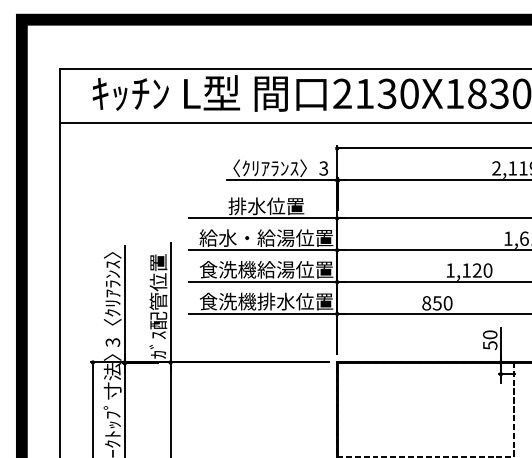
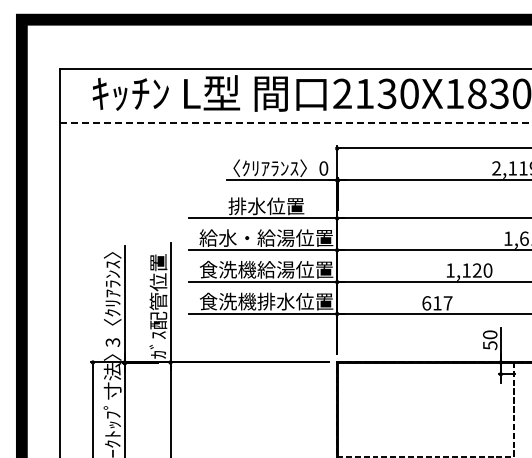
line at (296, 122): solid -> dashed
text at (323, 168): 3 -> 0
text at (437, 303): 850 -> 617
